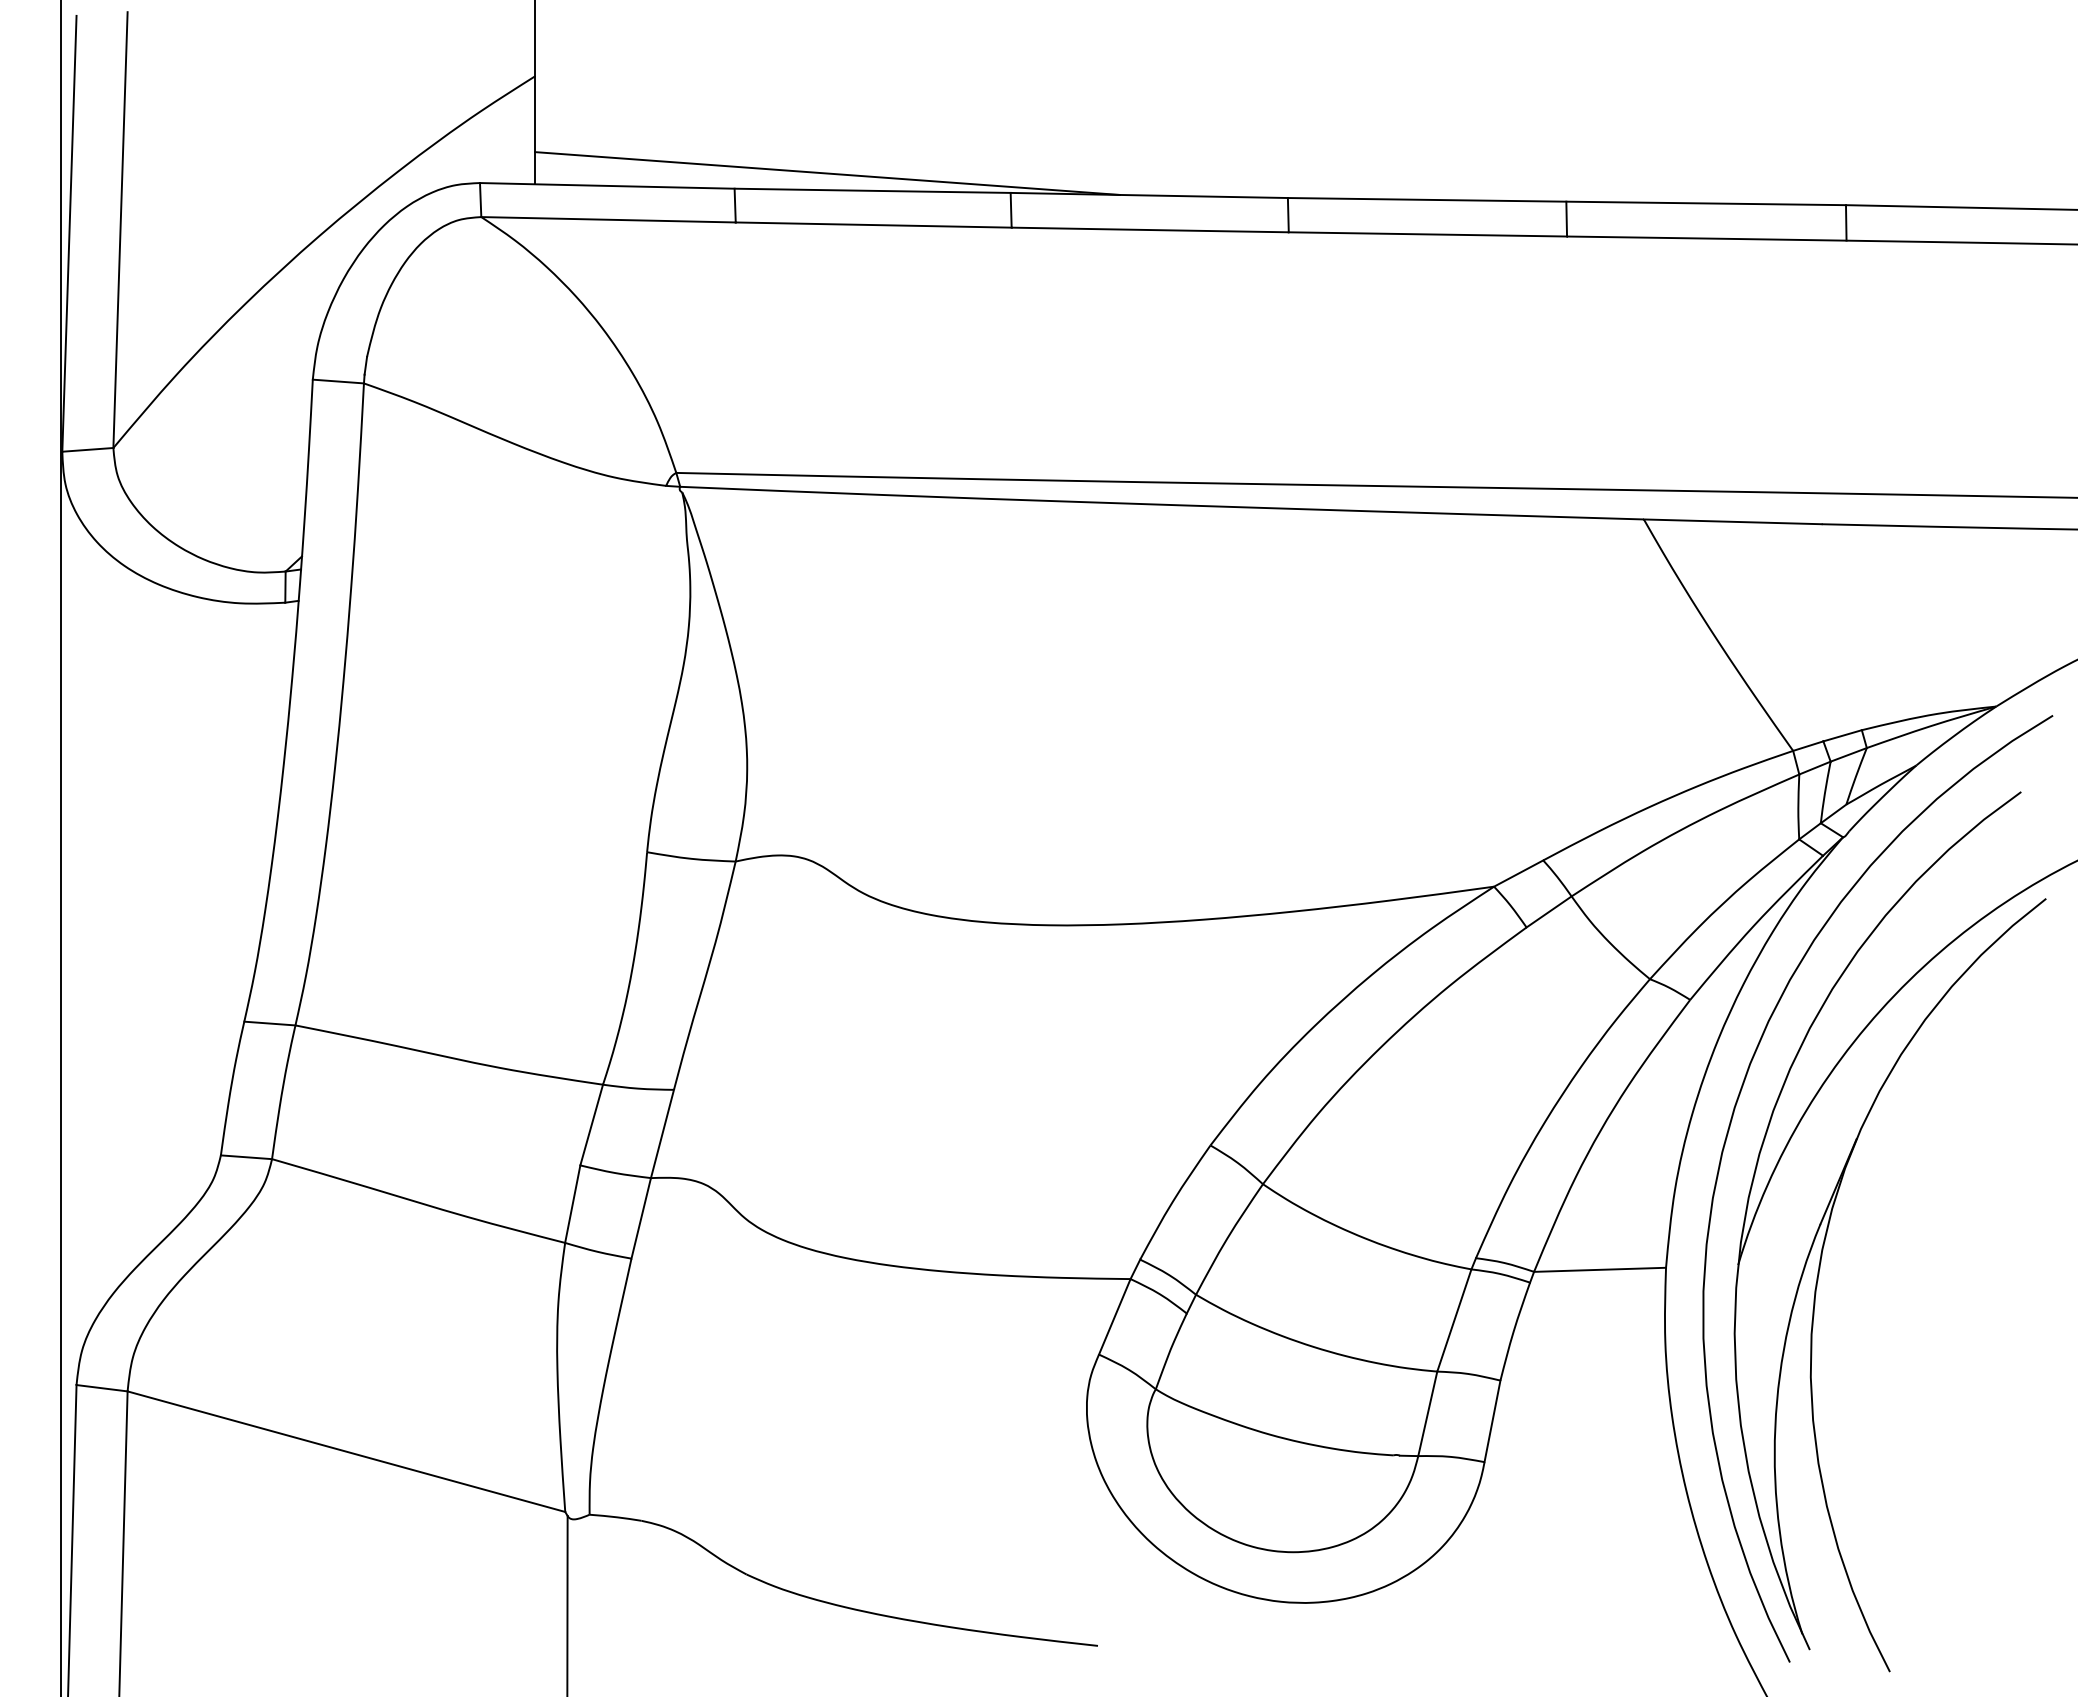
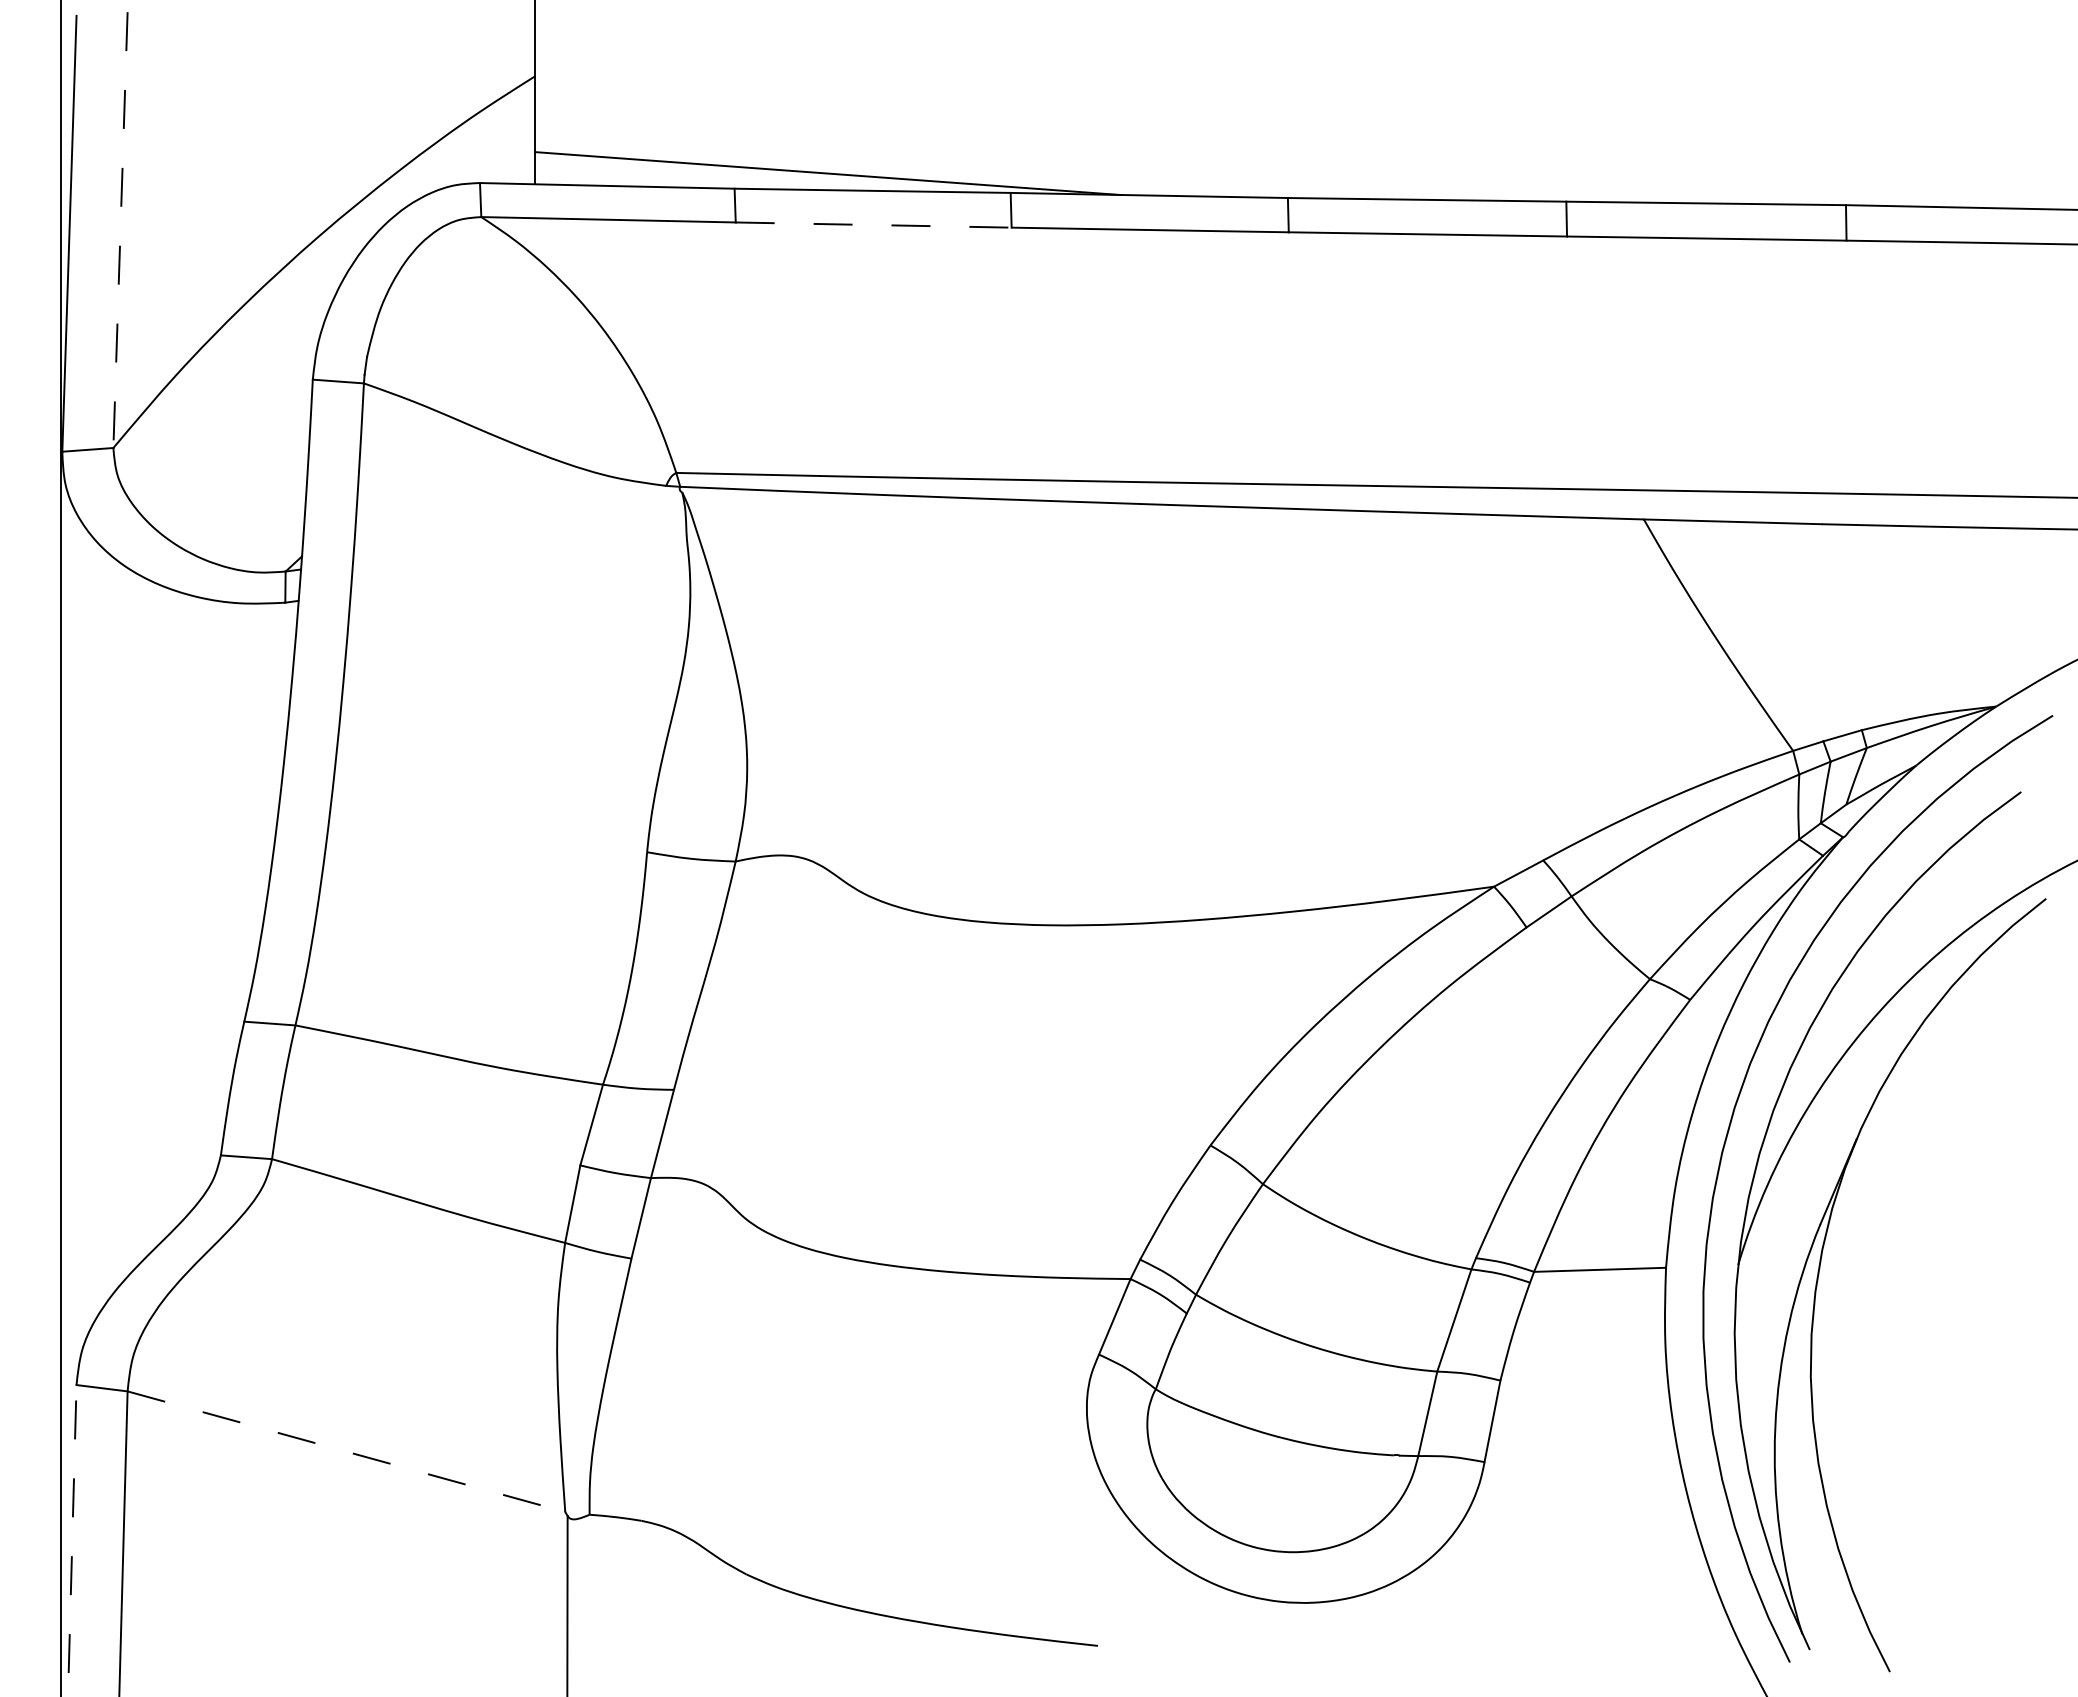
line at (873, 225): solid -> dashed
line at (120, 230): solid -> dashed
line at (346, 1451): solid -> dashed
line at (72, 1540): solid -> dashed
